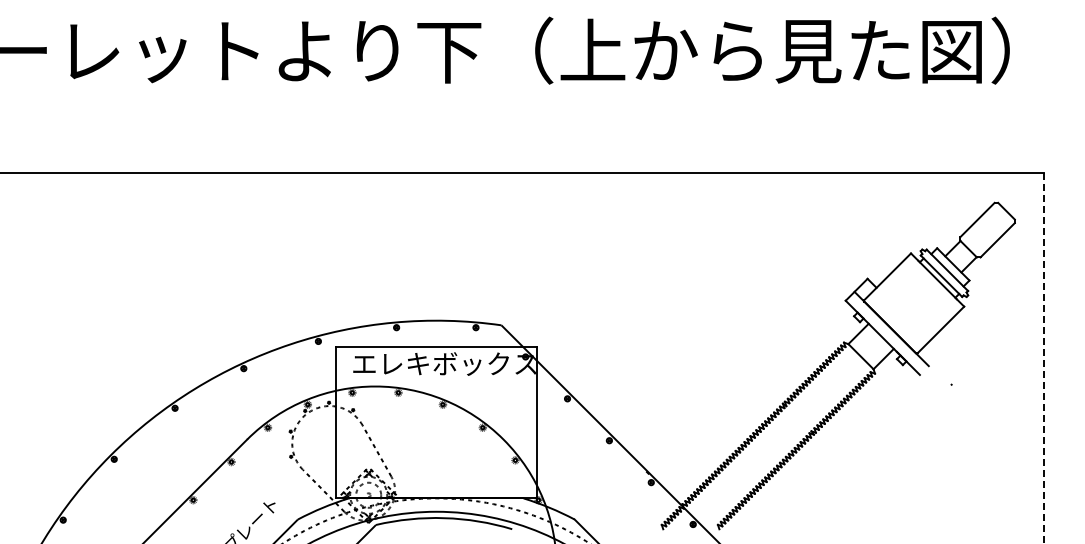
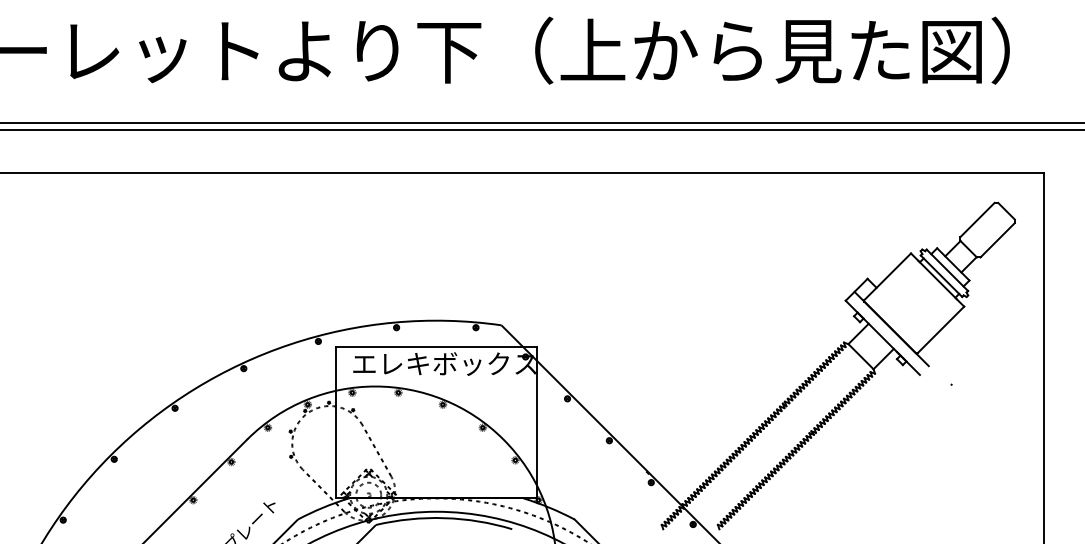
line at (541, 123): none -> present
line at (541, 129): none -> present
line at (1044, 358): dashed -> solid
